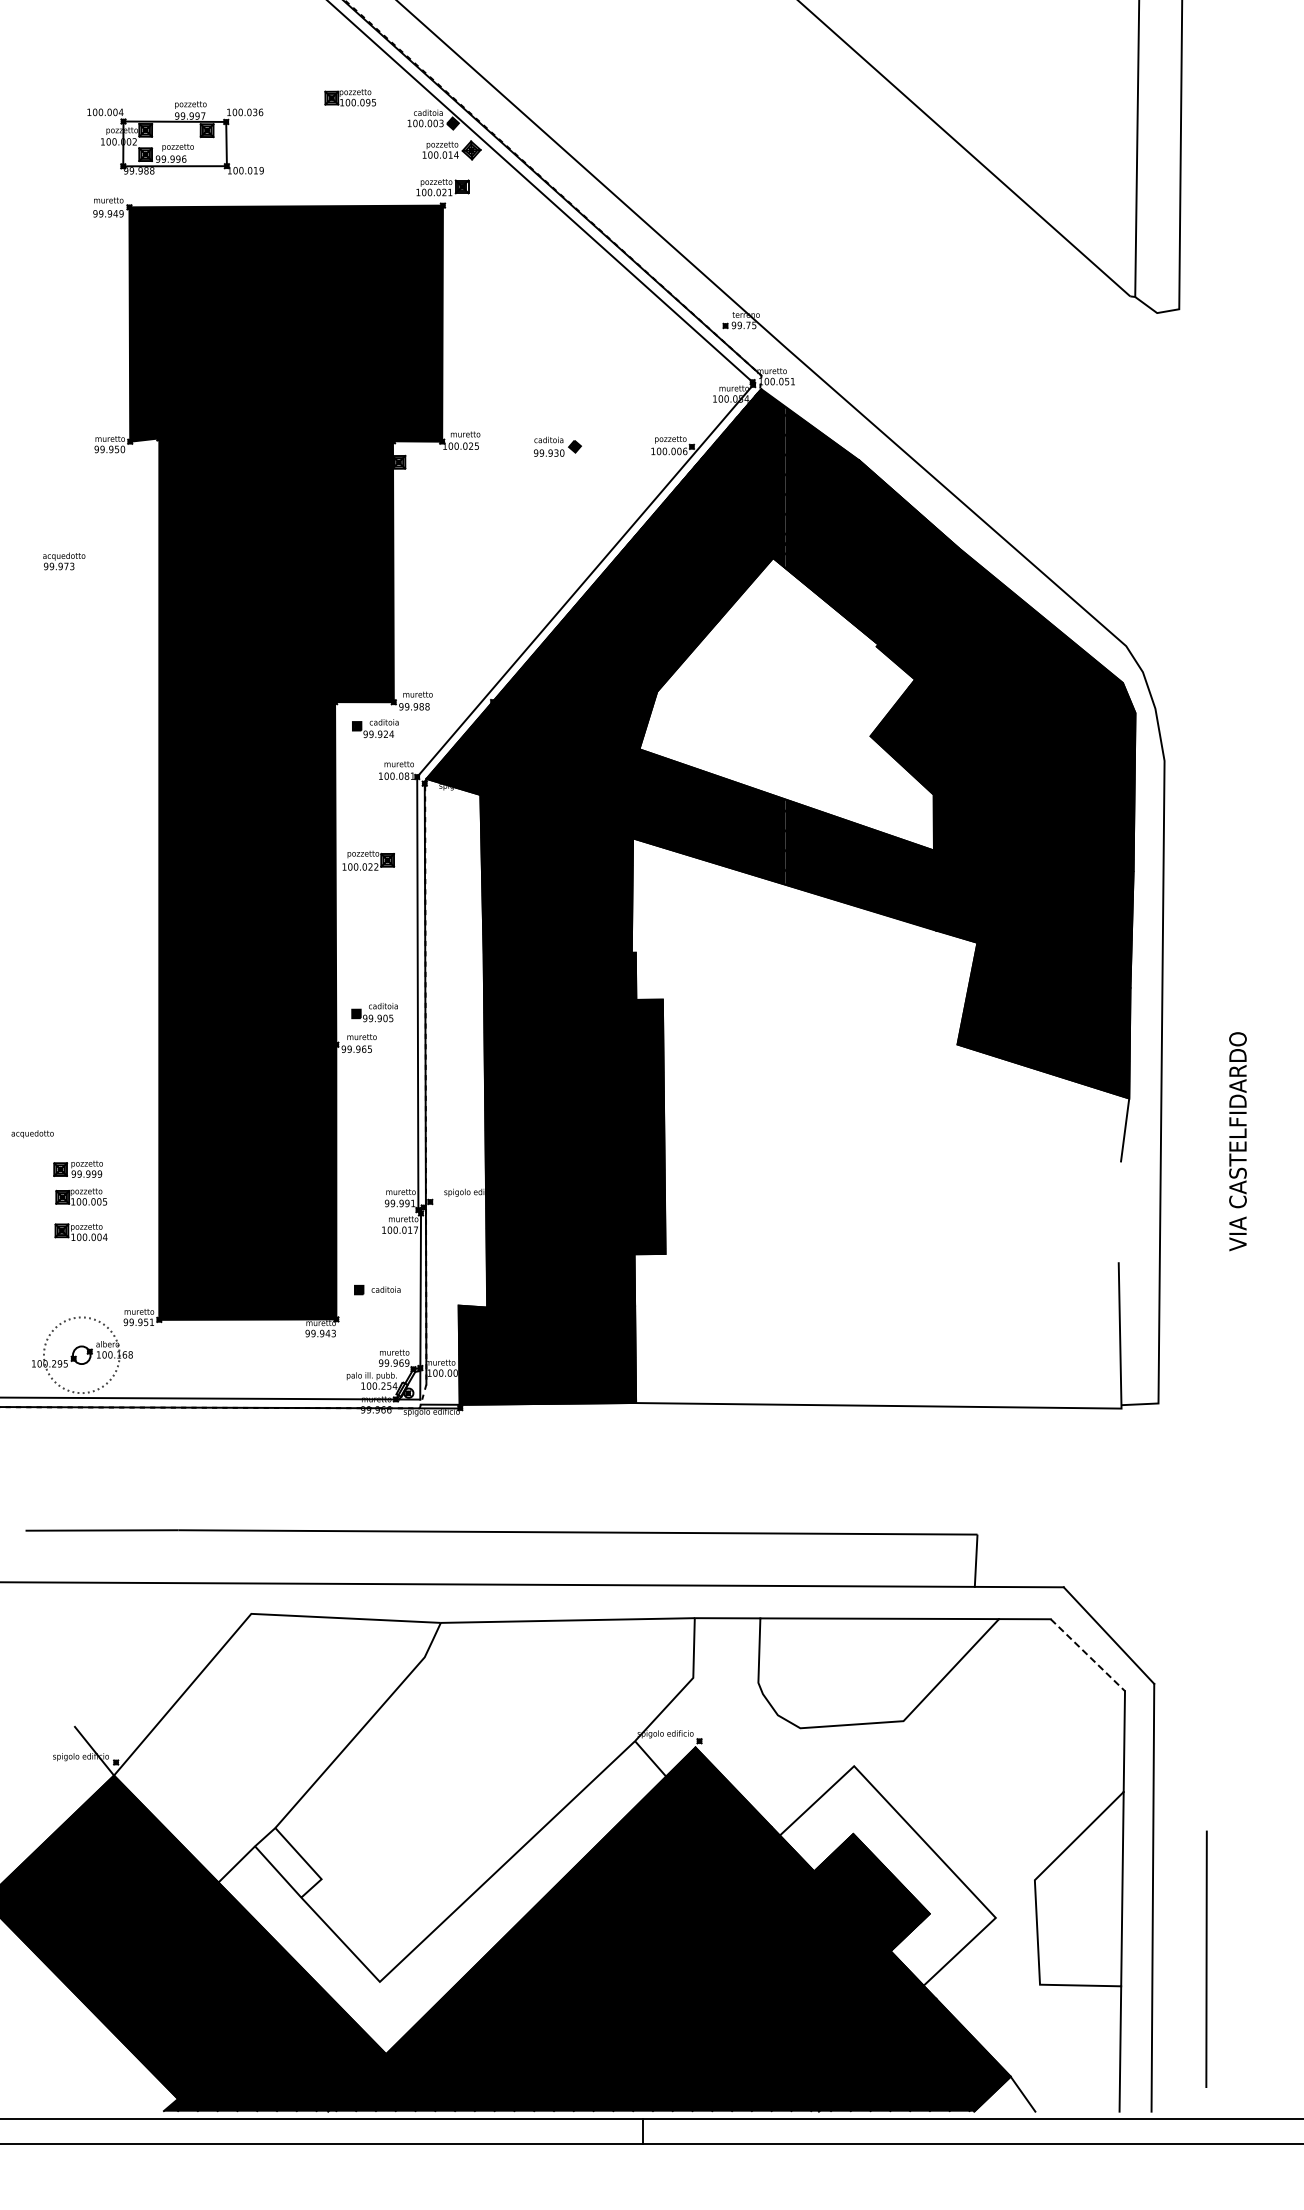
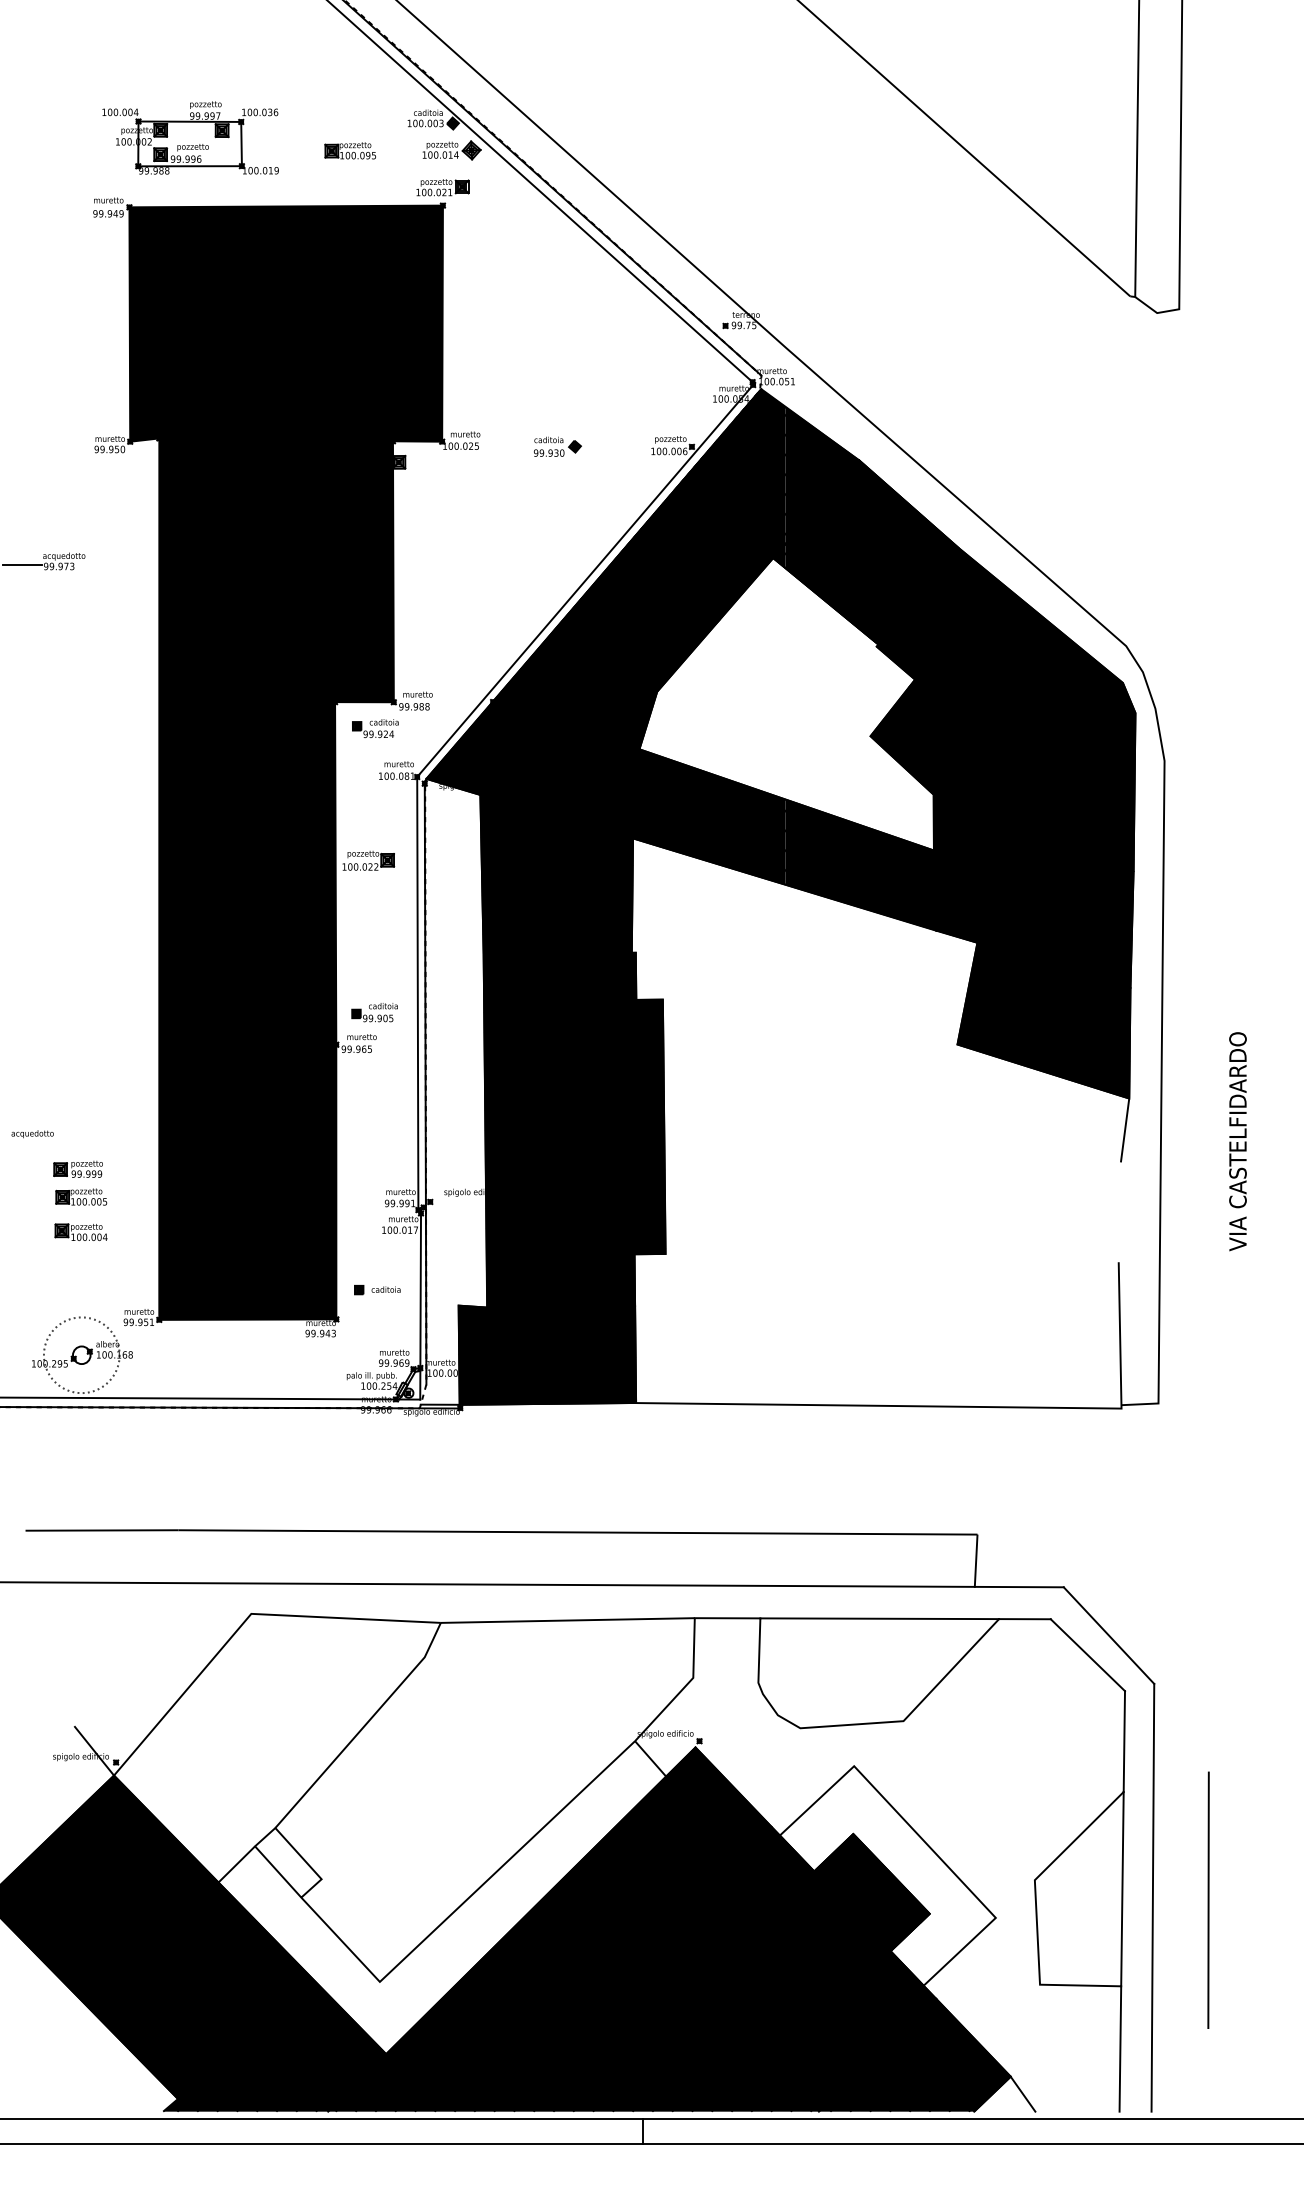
part at (349, 97) position: (349, 97) -> (349, 150)
part at (175, 137) position: (175, 137) -> (190, 137)
line at (22, 565): none -> present
line at (1087, 1655): dashed -> solid
line at (1206, 1958) position: (1206, 1958) -> (1208, 1899)
